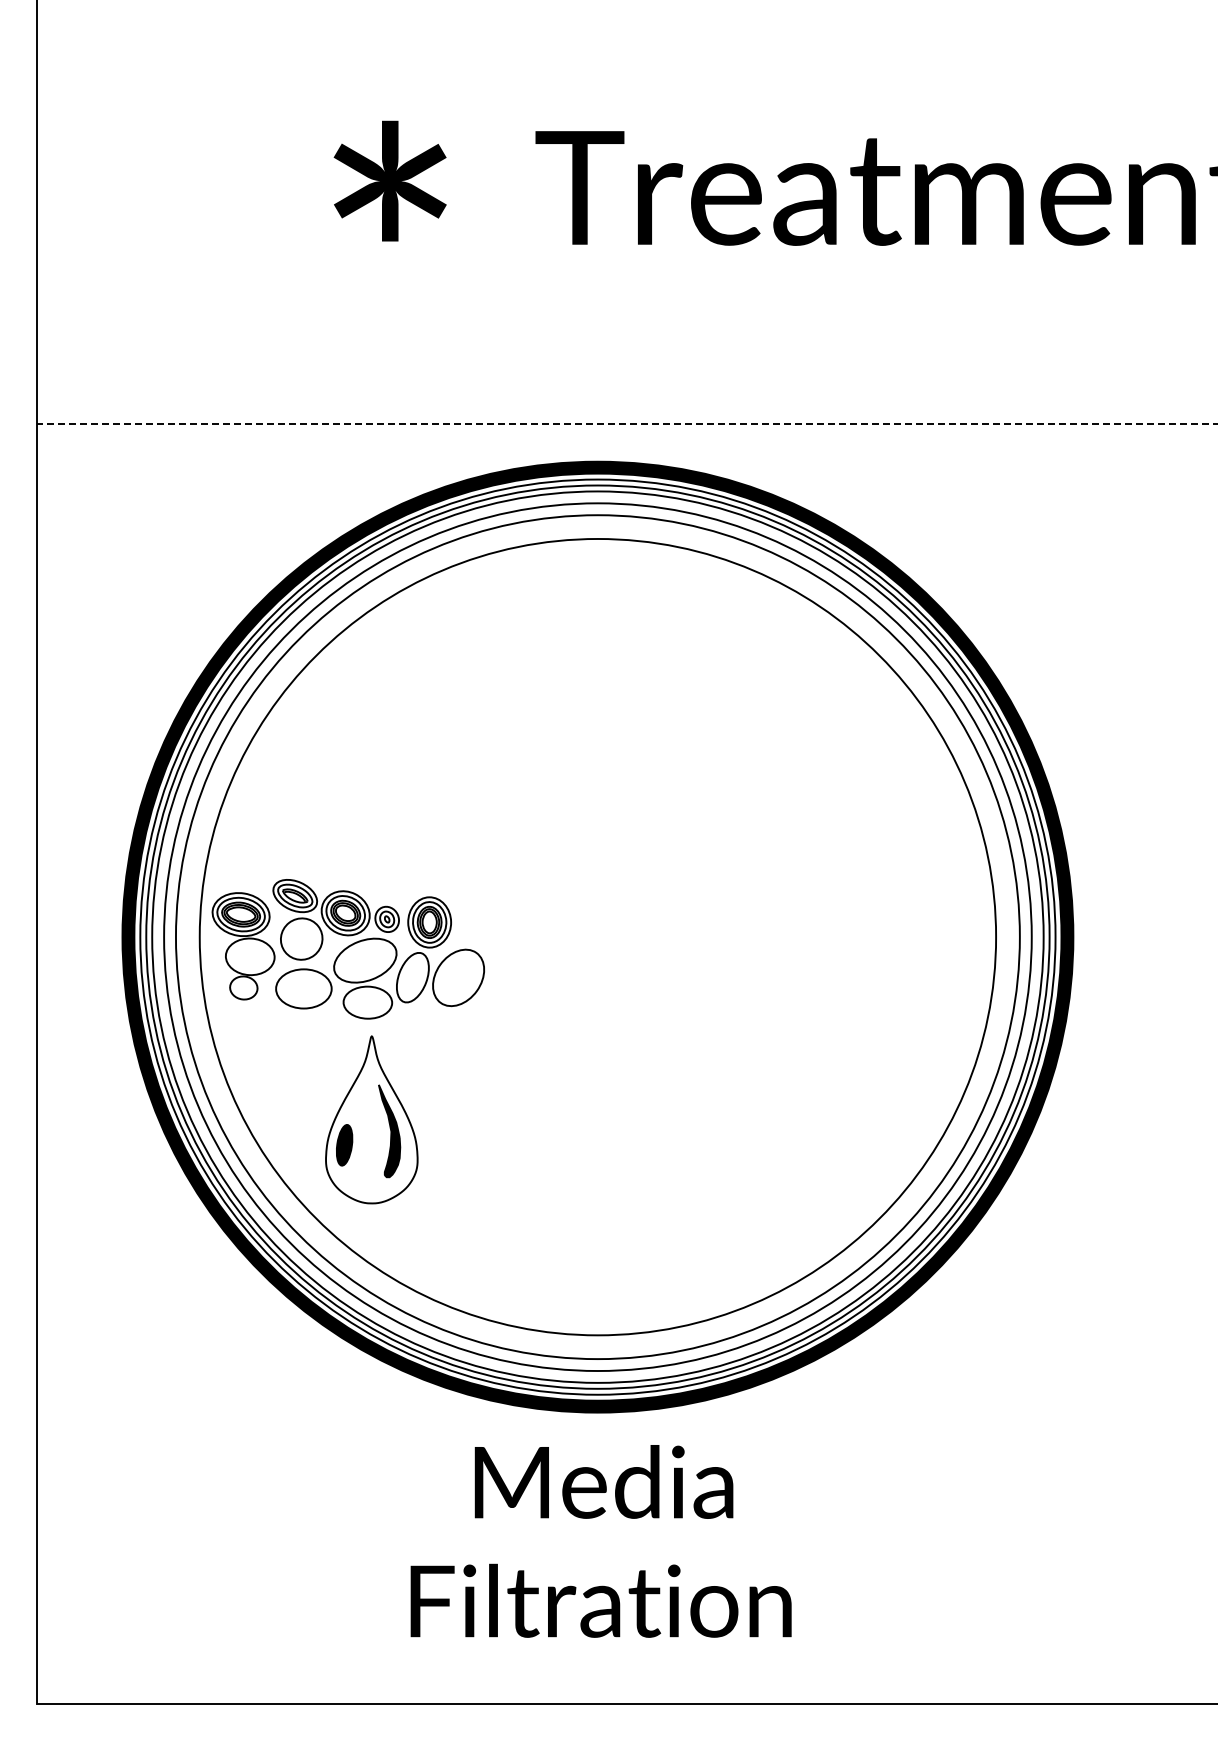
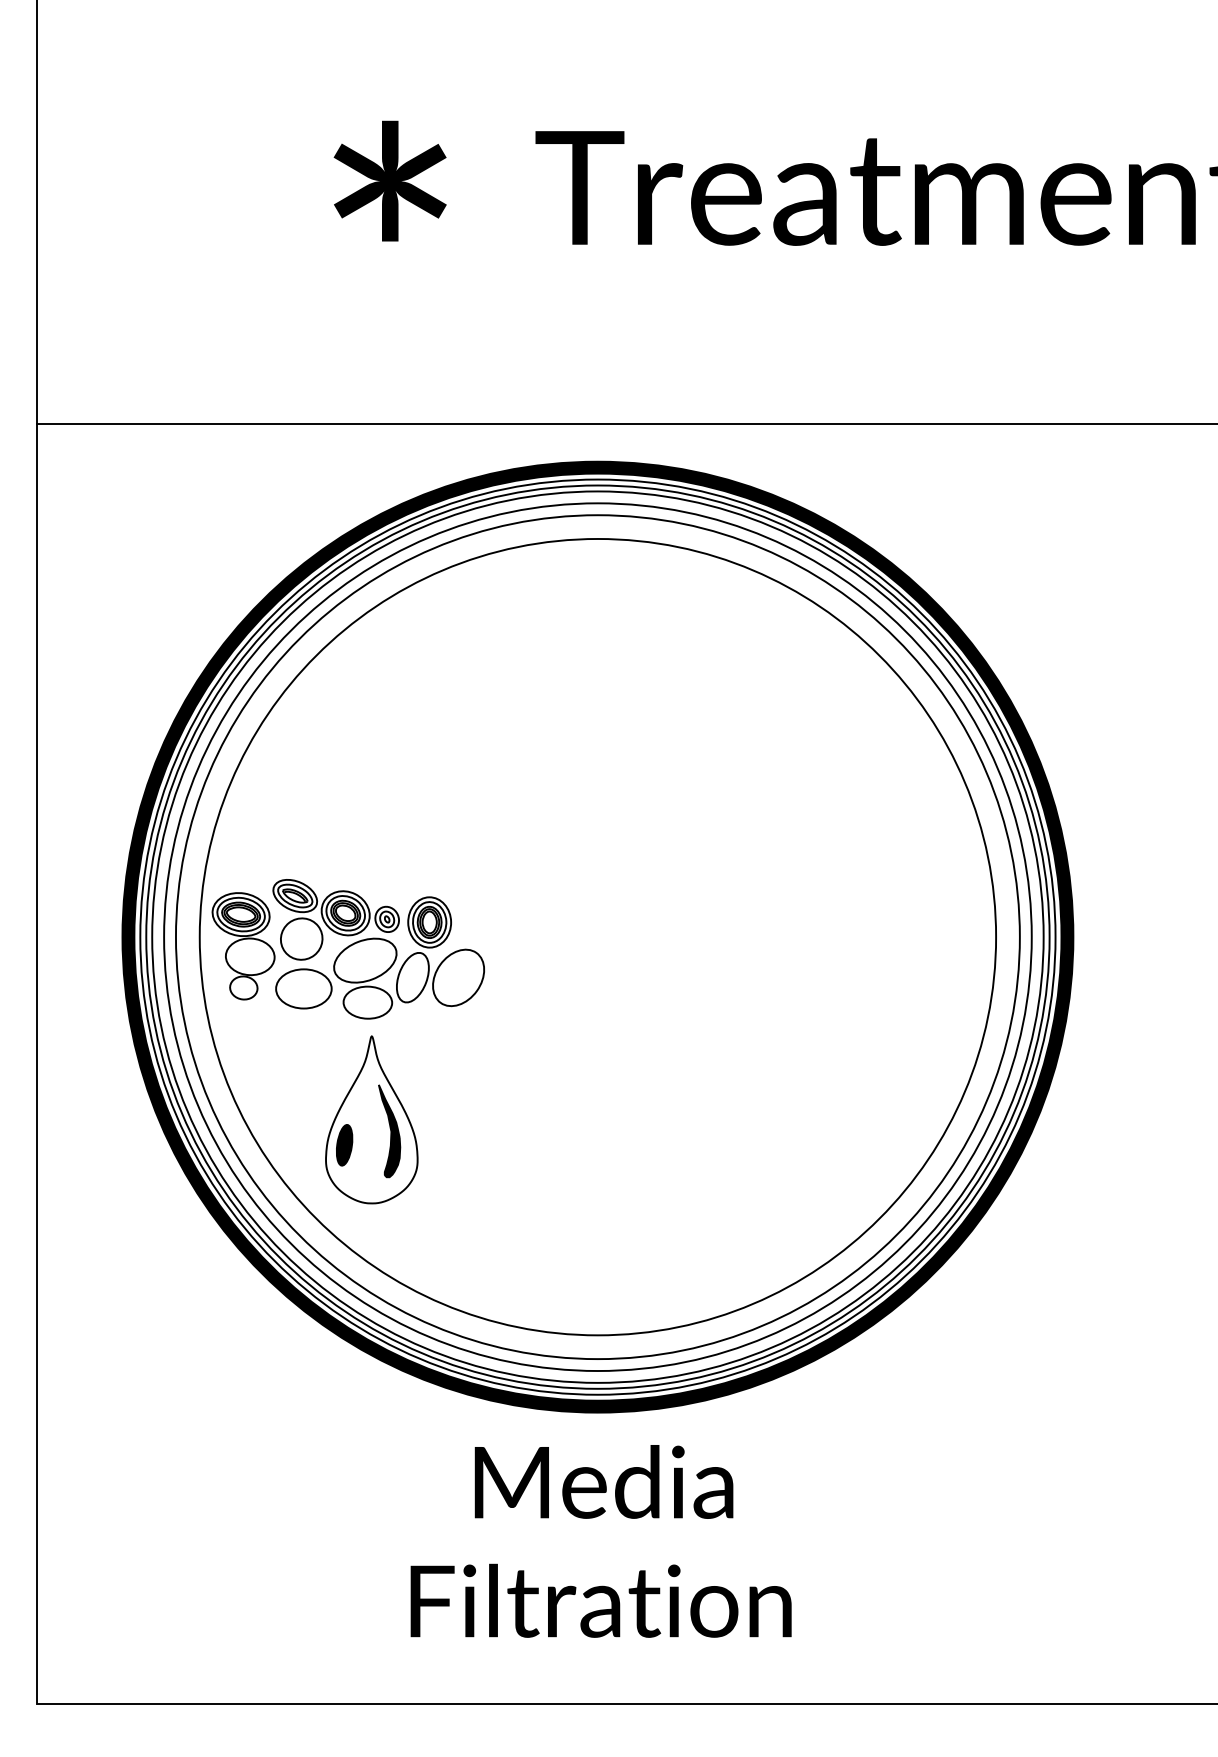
line at (627, 423): dashed -> solid
